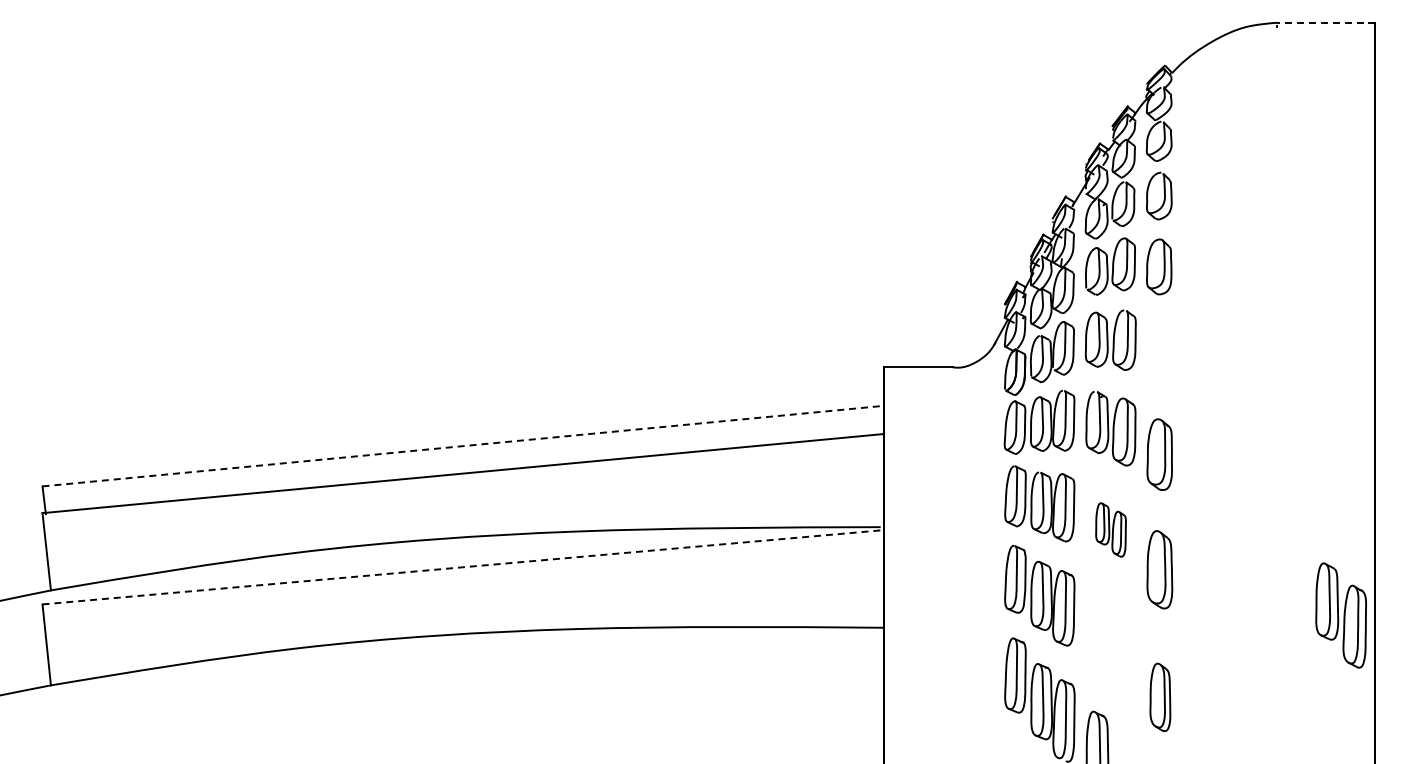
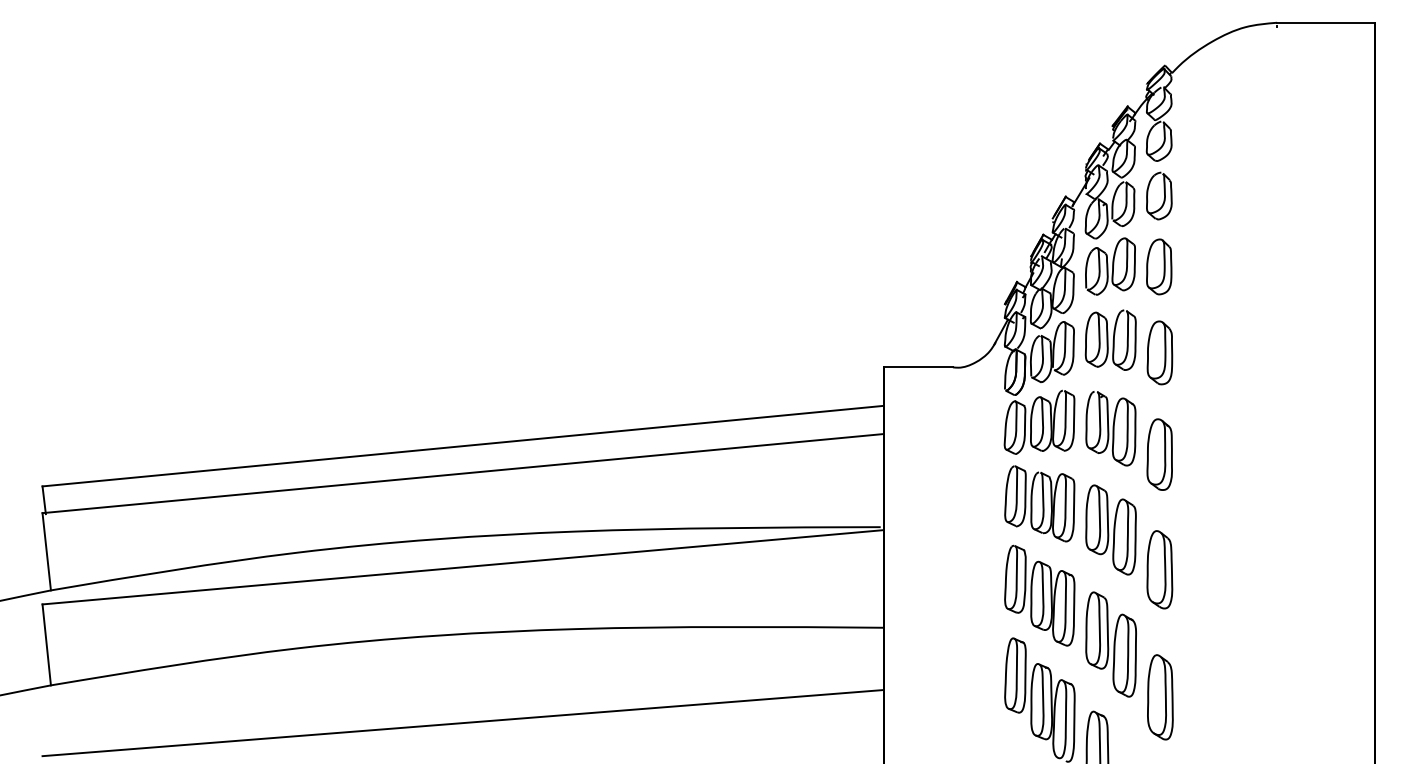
line at (1325, 22): dashed -> solid
part at (1159, 352): none -> present
line at (463, 446): dashed -> solid
part at (1110, 529) size: 32x56 px -> 52x92 px
line at (463, 567): dashed -> solid
part at (1340, 615) position: (1340, 615) -> (1110, 644)
part at (1160, 696) size: 23x70 px -> 27x87 px
line at (462, 723): none -> present
